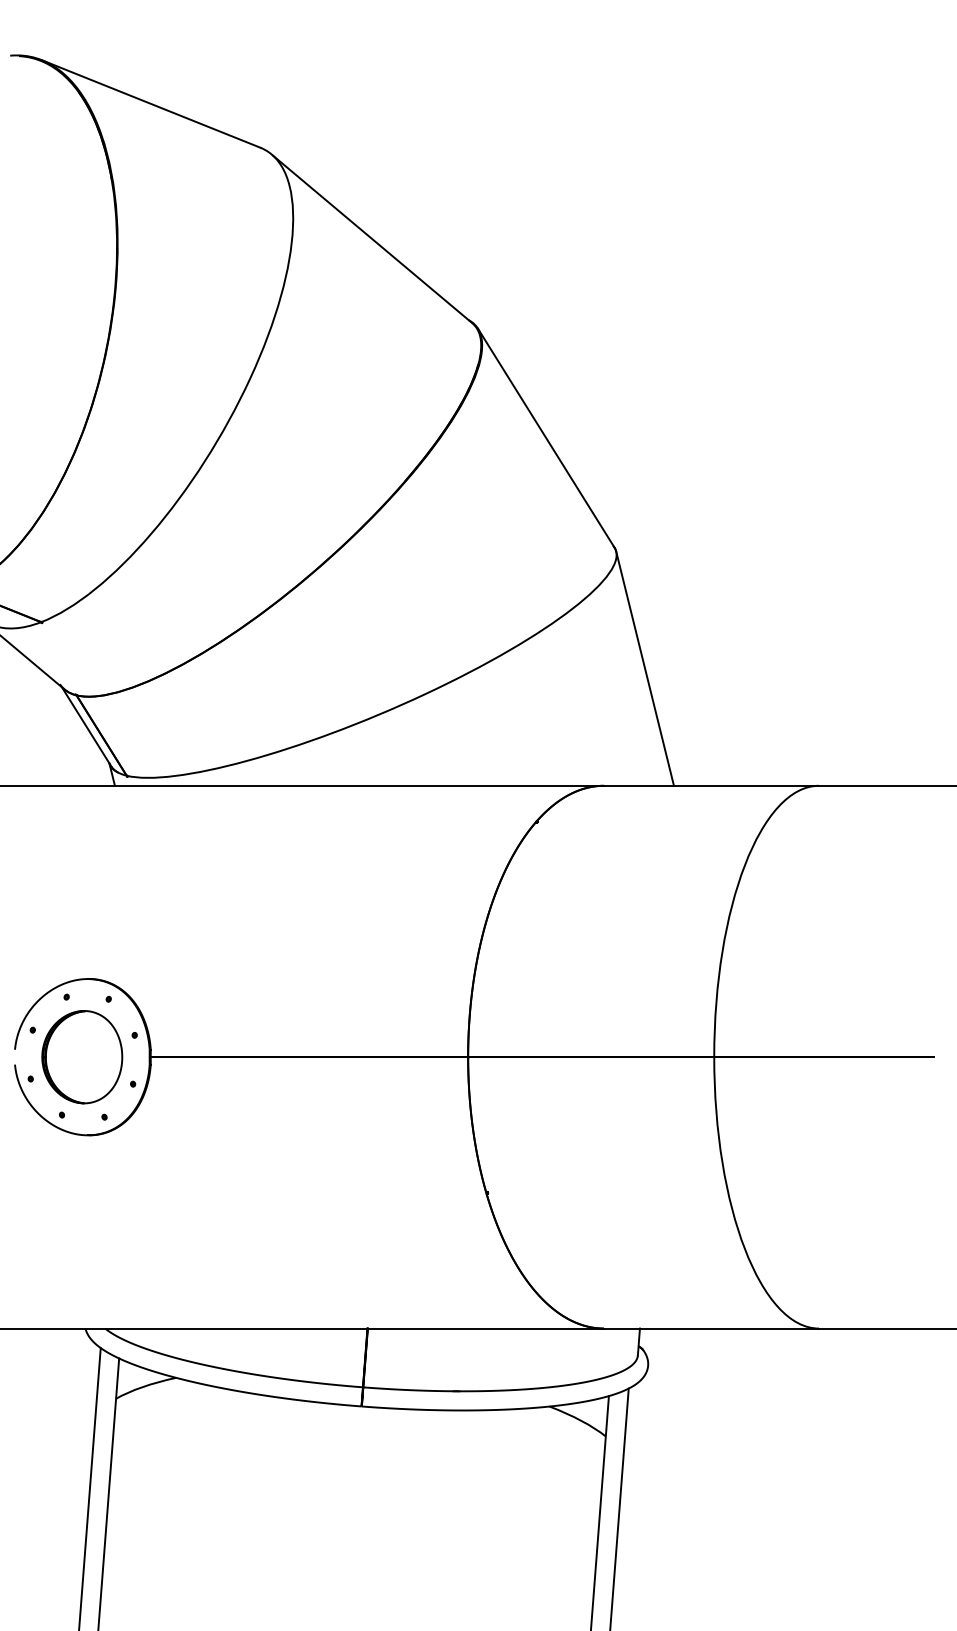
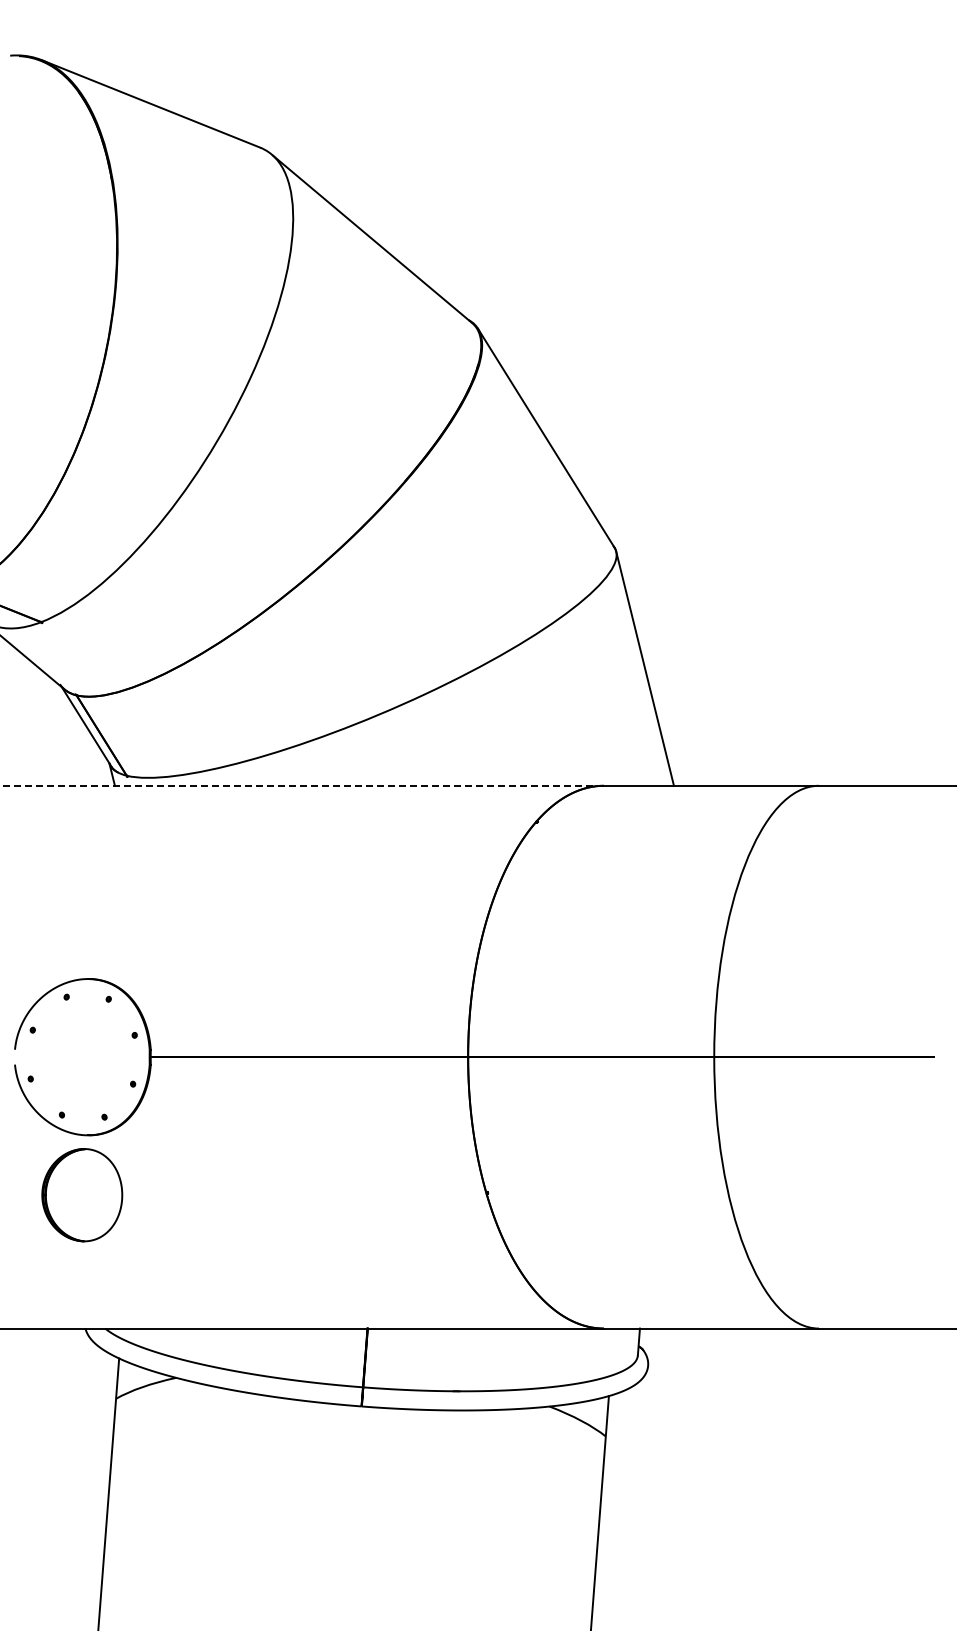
line at (302, 785): solid -> dashed
part at (82, 1057) position: (82, 1057) -> (82, 1195)
line at (89, 1487): present -> none
line at (619, 1507): present -> none
